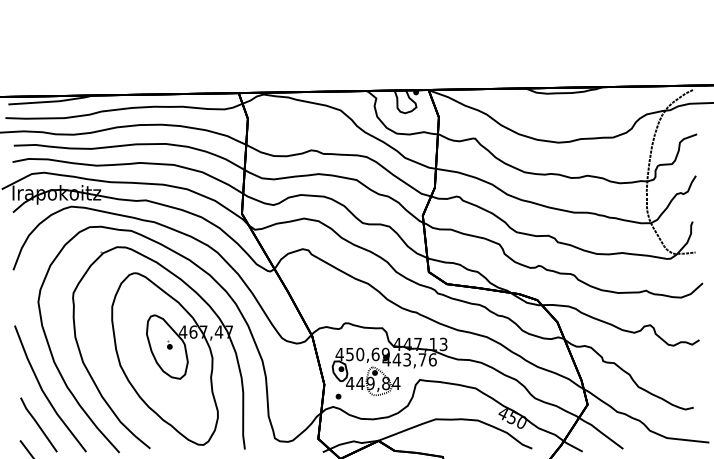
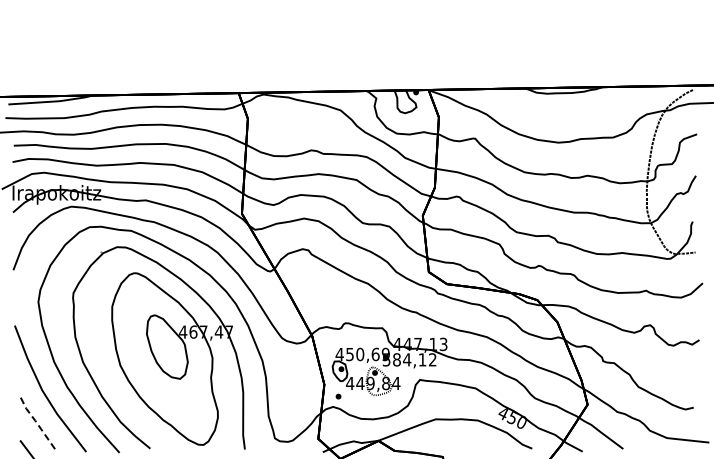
part at (169, 344): present -> none
text at (409, 359): 443,76 -> 584,12
line at (38, 424): solid -> dashed
